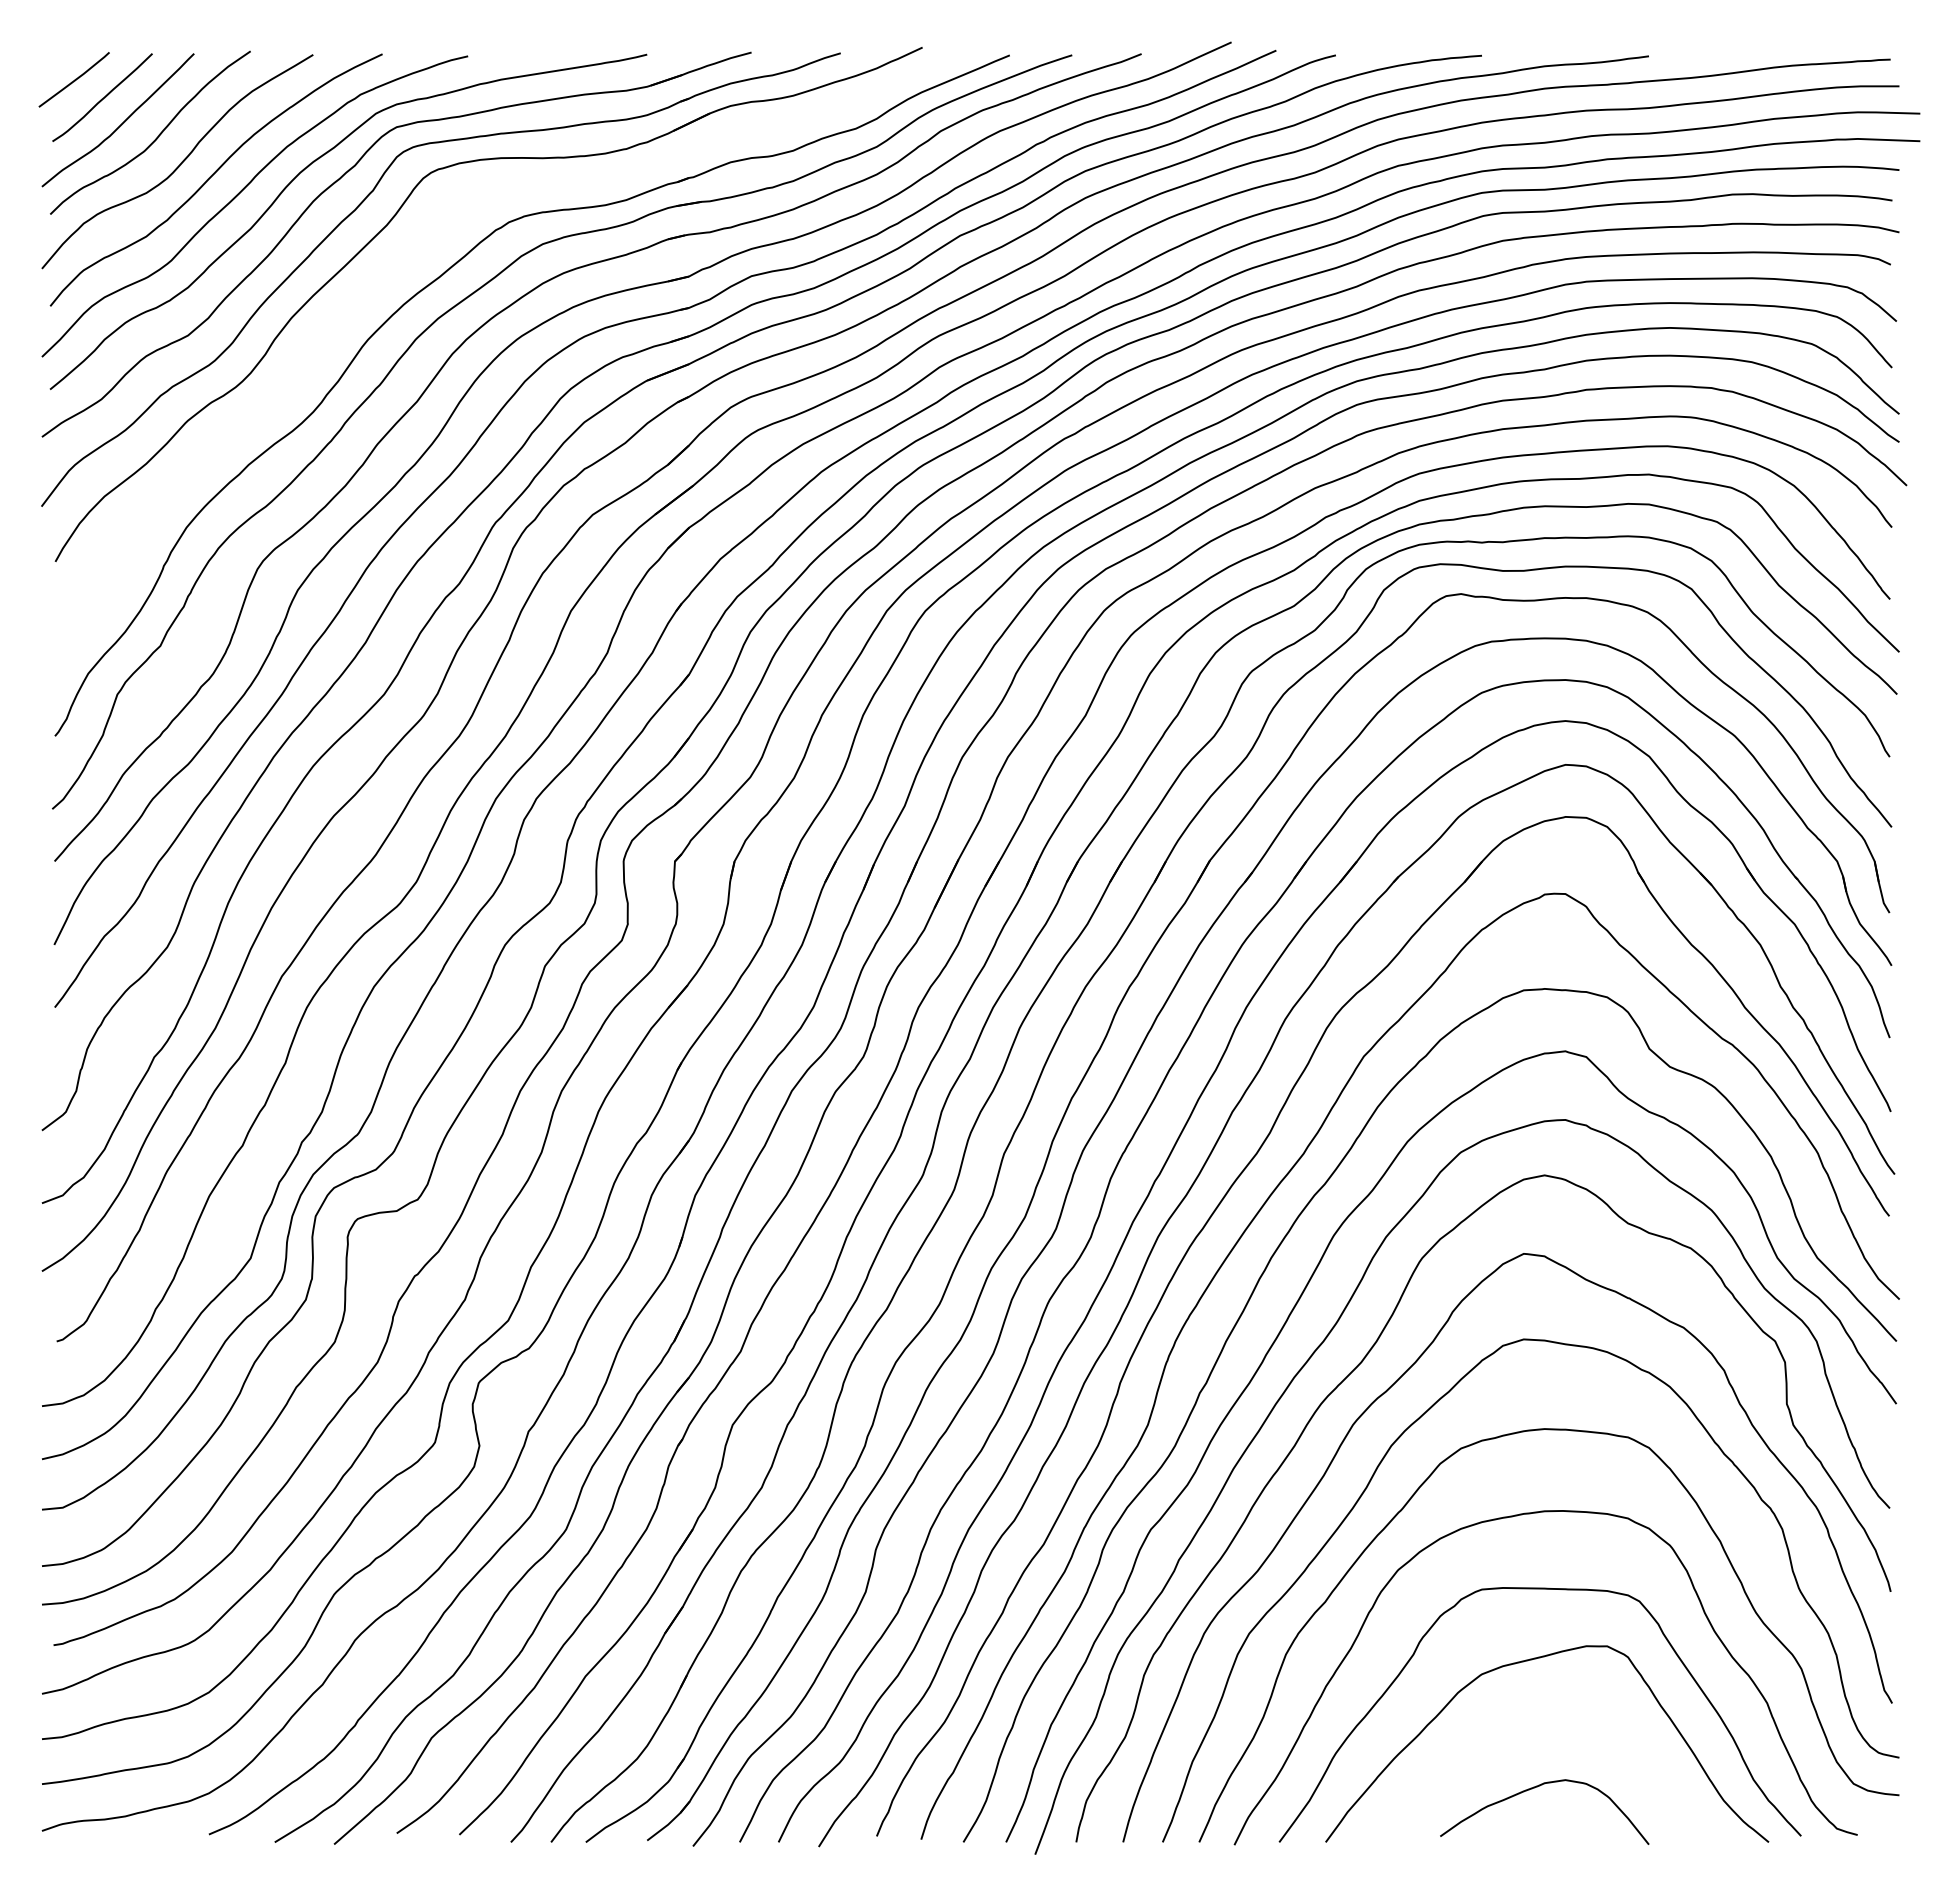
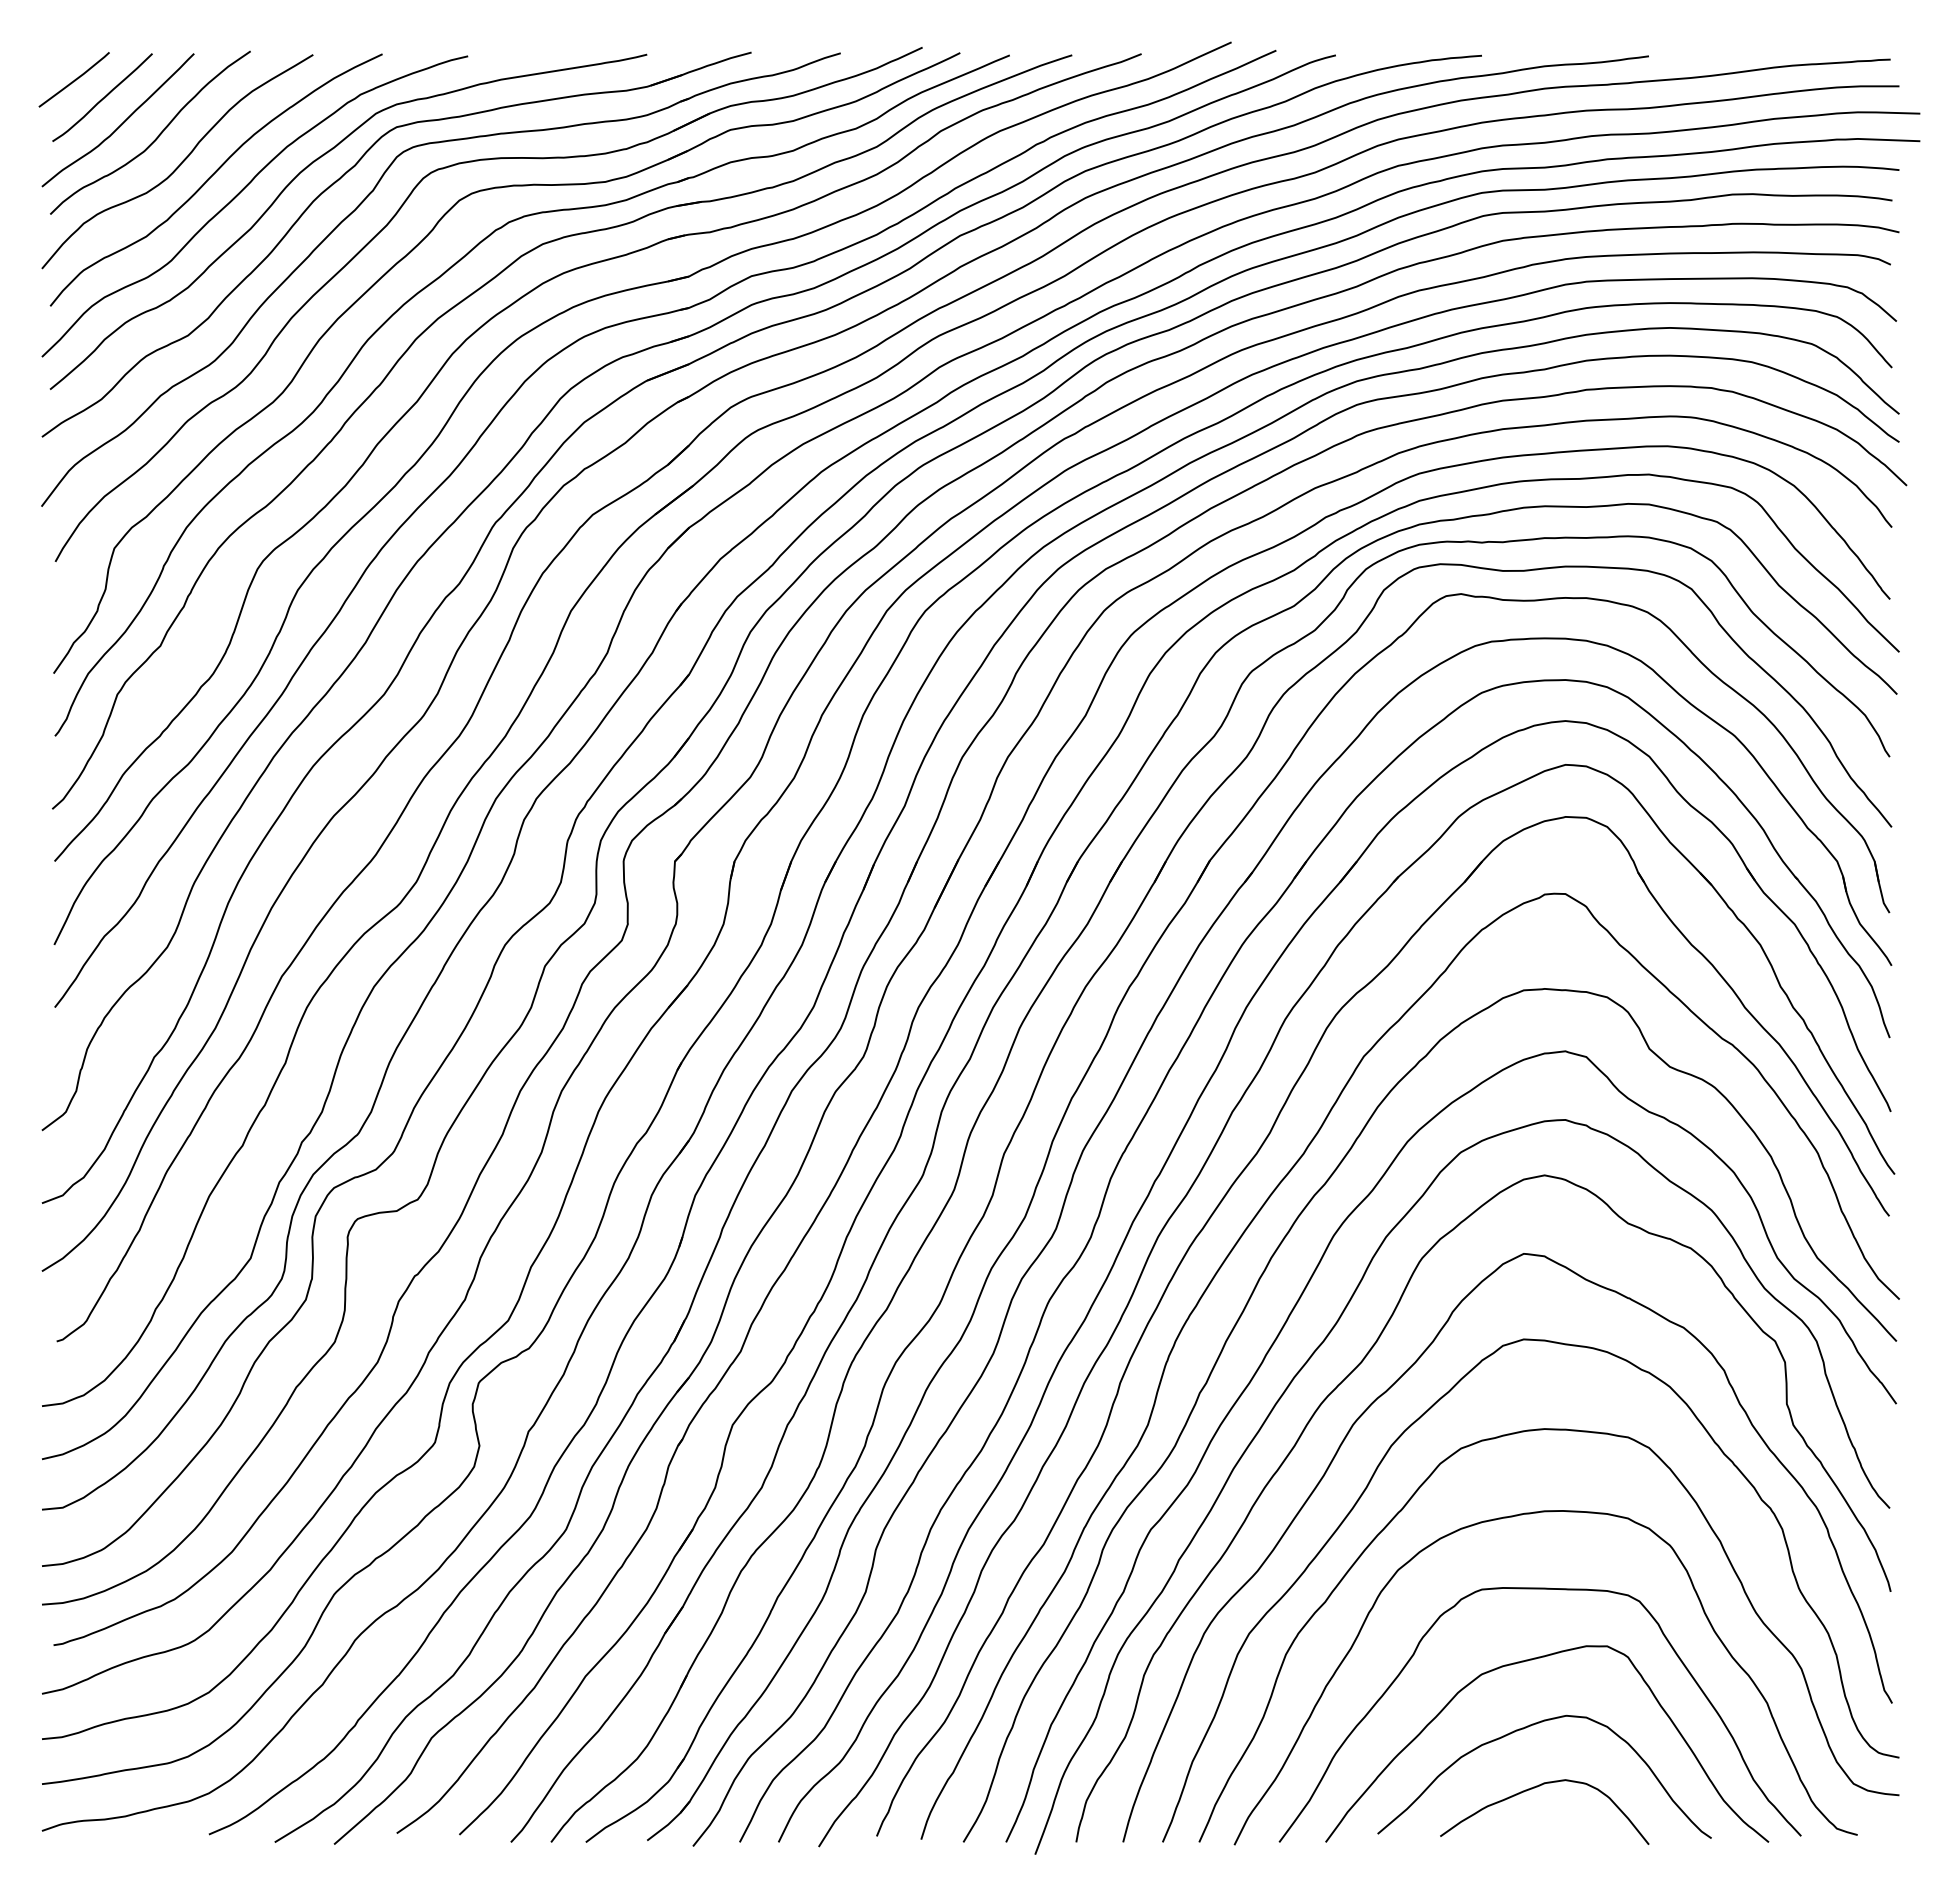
part at (410, 253): none -> present
curve at (1526, 1728): none -> present
